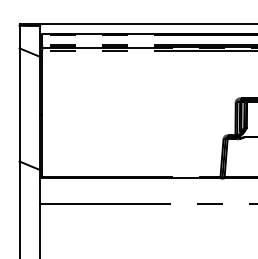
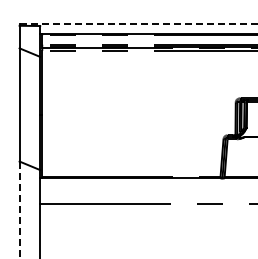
line at (138, 24): solid -> dashed
line at (19, 210): solid -> dashed
